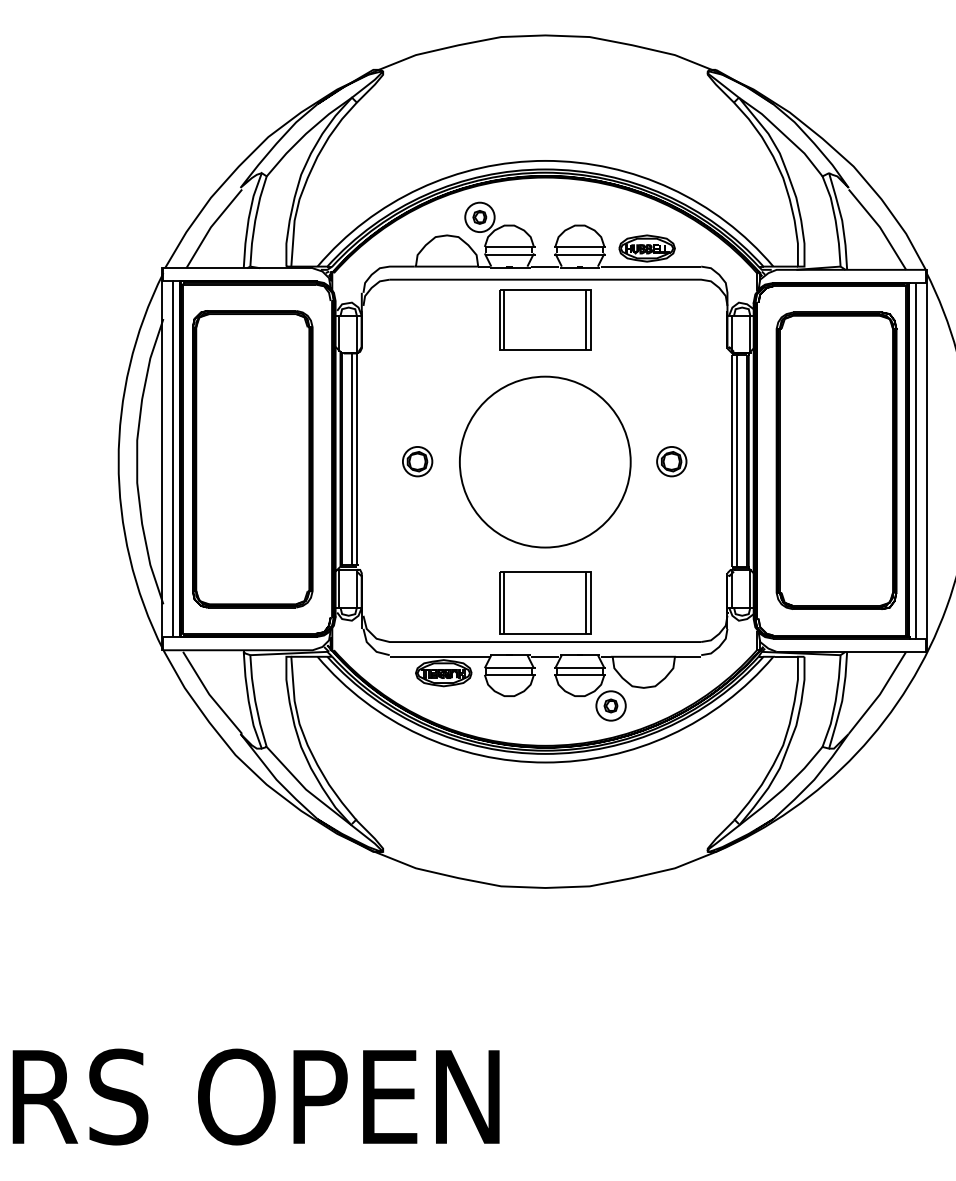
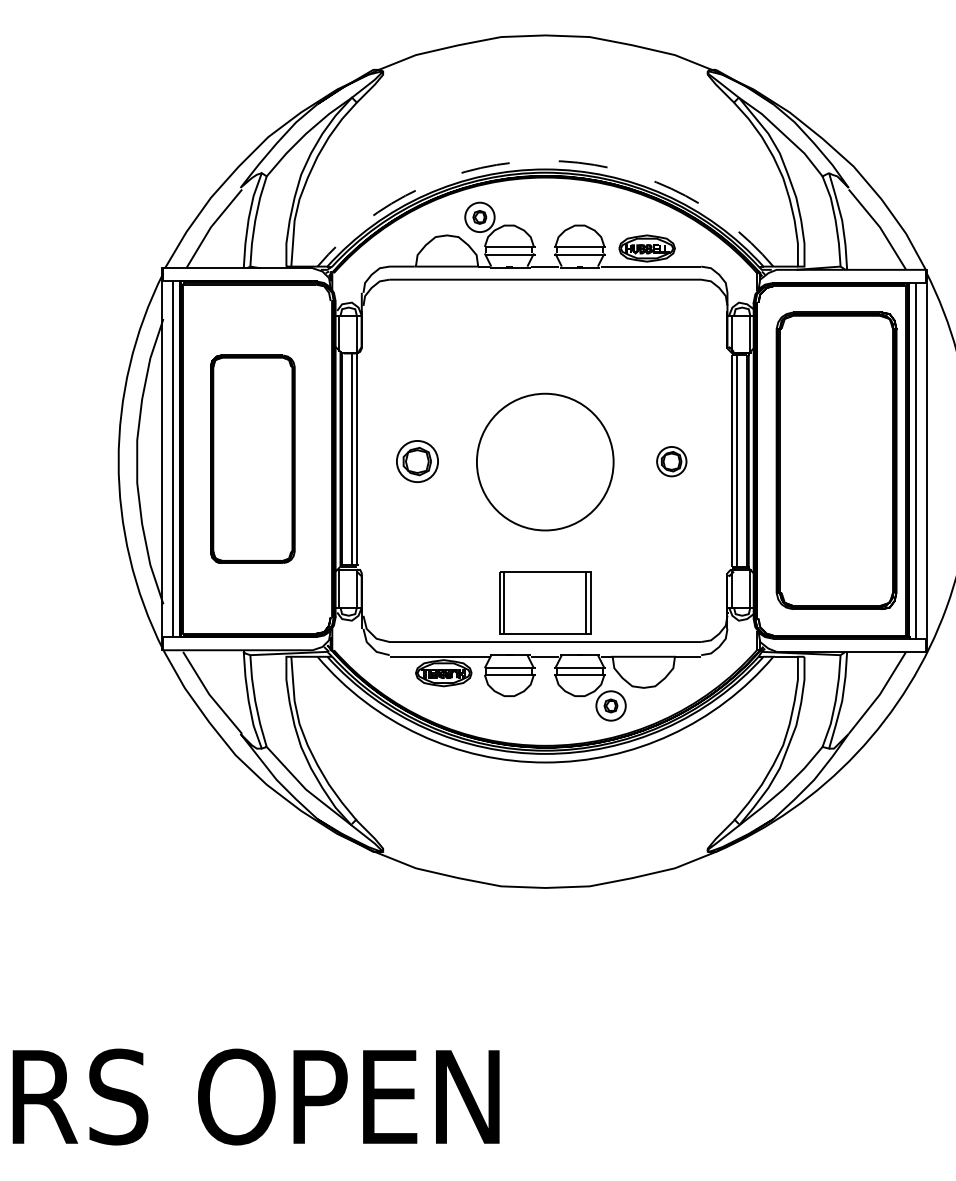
arc at (545, 160): solid -> dashed
part at (545, 319): present -> none
part at (252, 459) size: 122x299 px -> 86x210 px
part at (417, 461) size: 32x32 px -> 43x43 px
circle at (544, 461) diameter: 171 px -> 137 px
